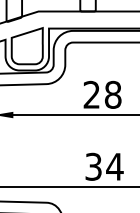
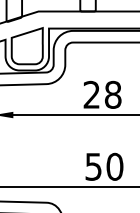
text at (104, 166): 34 -> 50
